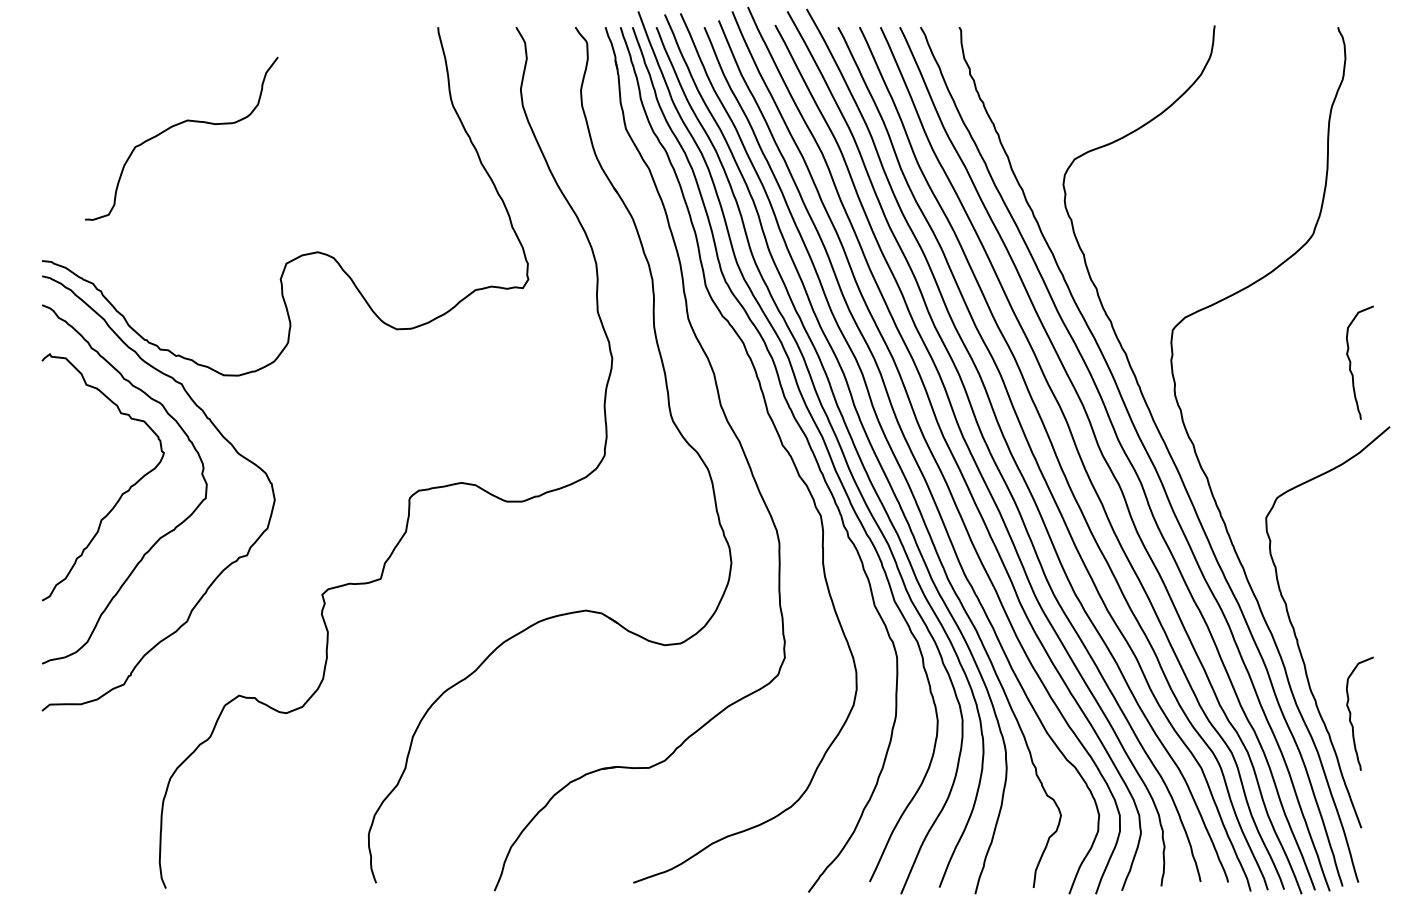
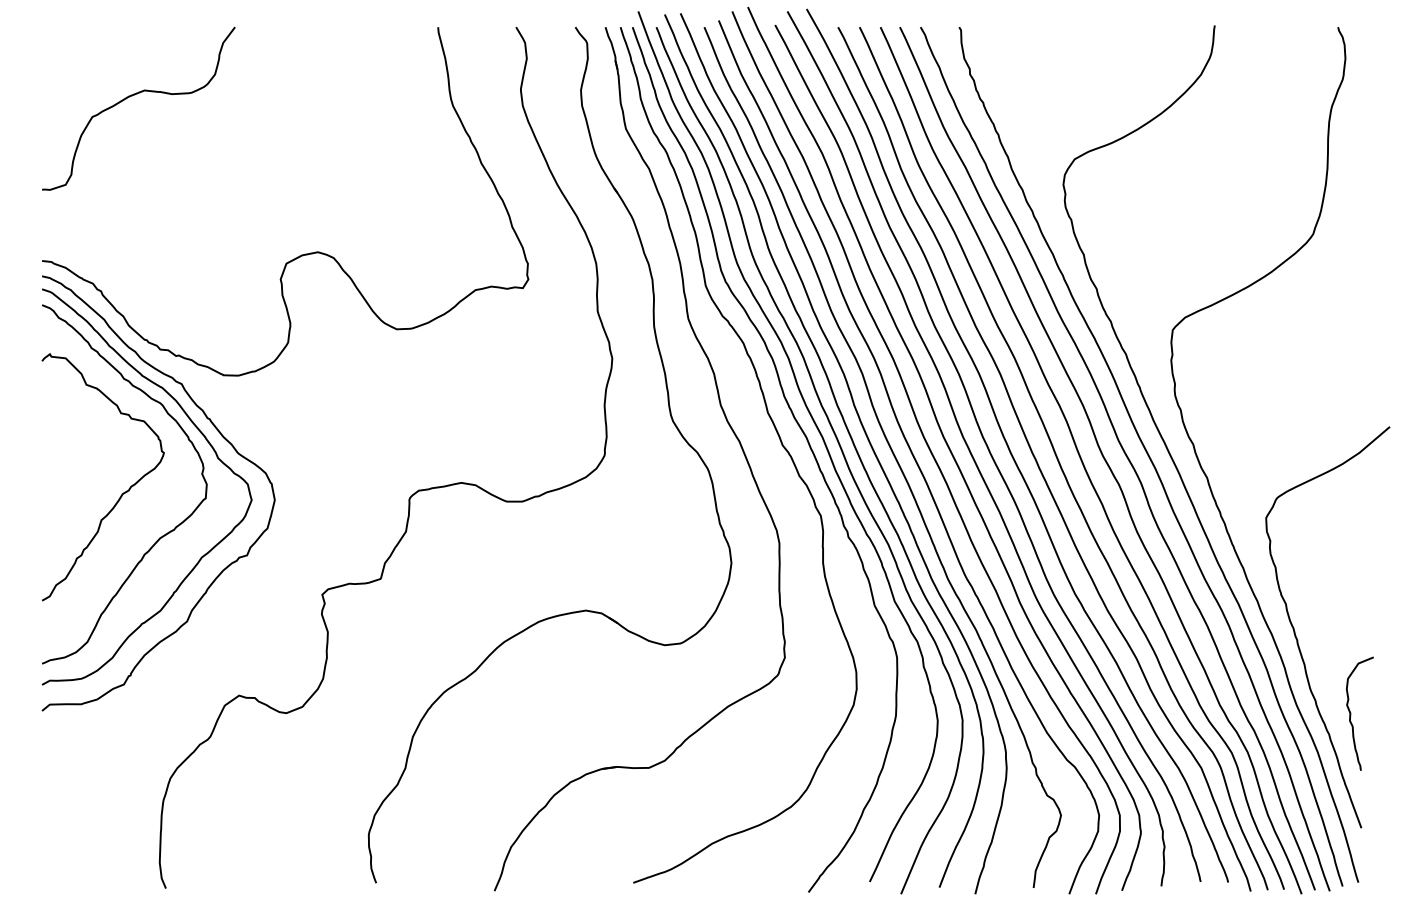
curve at (175, 126) position: (175, 126) -> (132, 96)
curve at (1351, 362): present -> none
curve at (209, 445): none -> present
